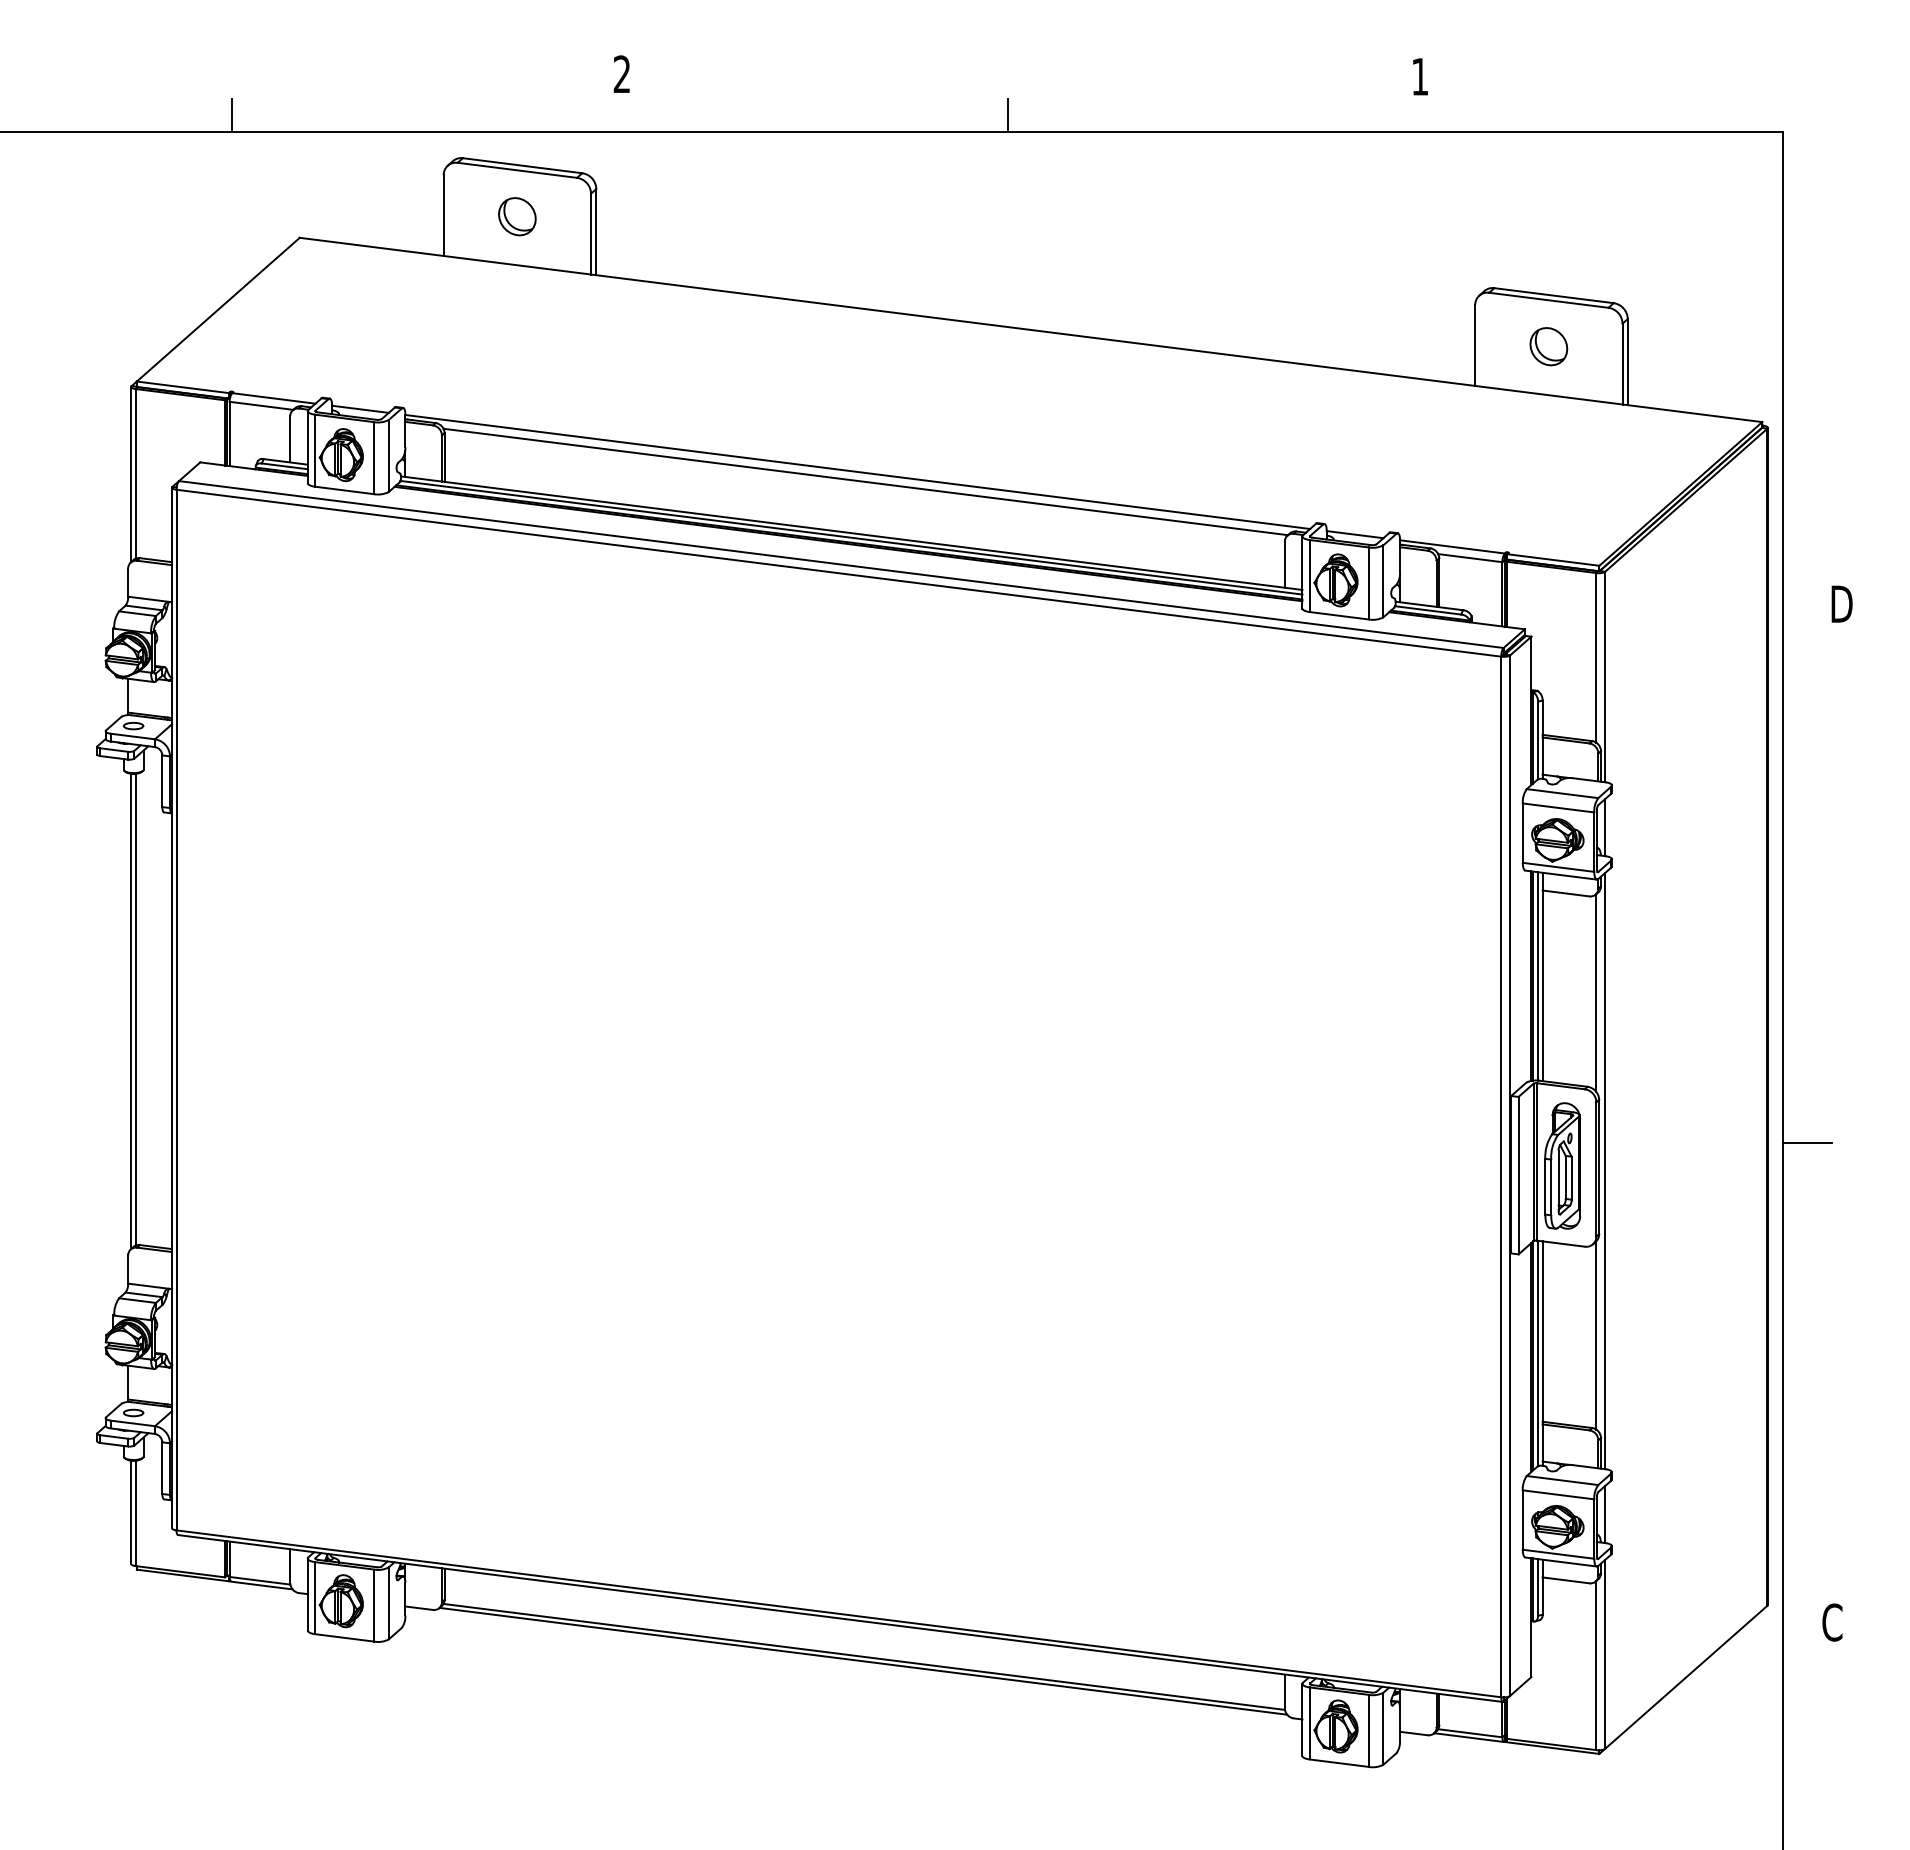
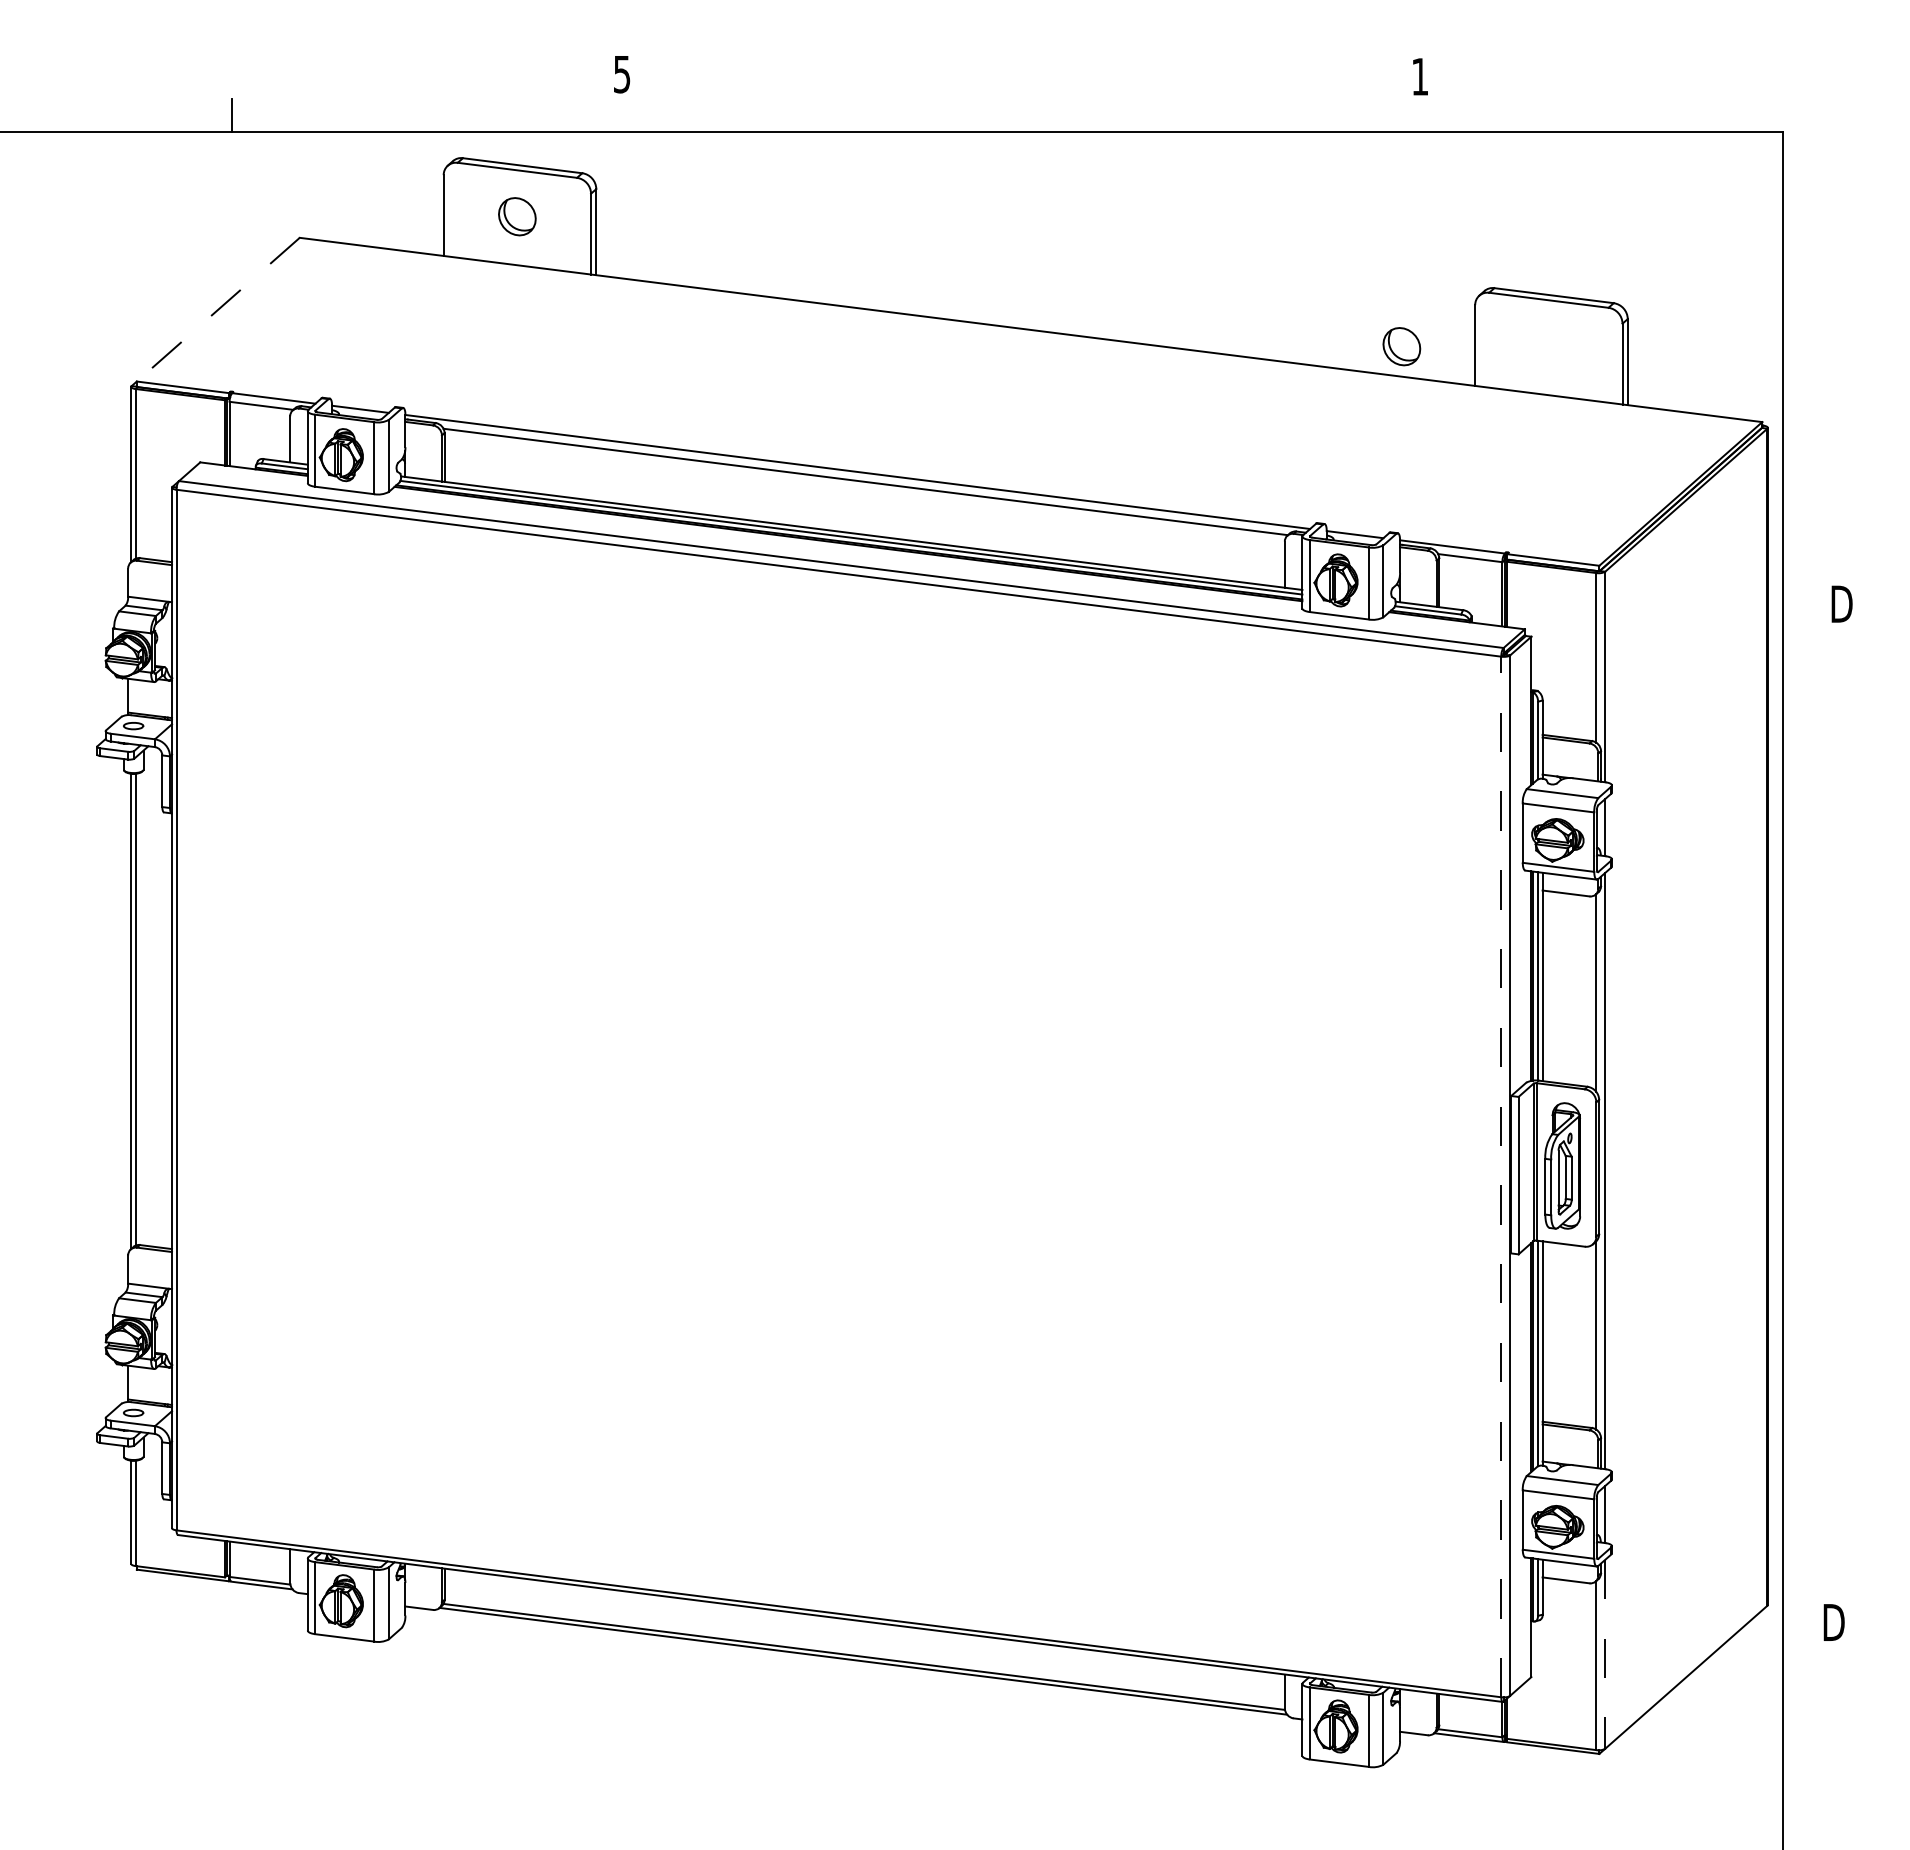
text at (621, 74): 2 -> 5
line at (1007, 115): present -> none
line at (218, 309): solid -> dashed
part at (1548, 346) position: (1548, 346) -> (1401, 346)
line at (1807, 1143): present -> none
line at (1501, 1176): solid -> dashed
text at (1833, 1622): C -> D
line at (1605, 1654): solid -> dashed
